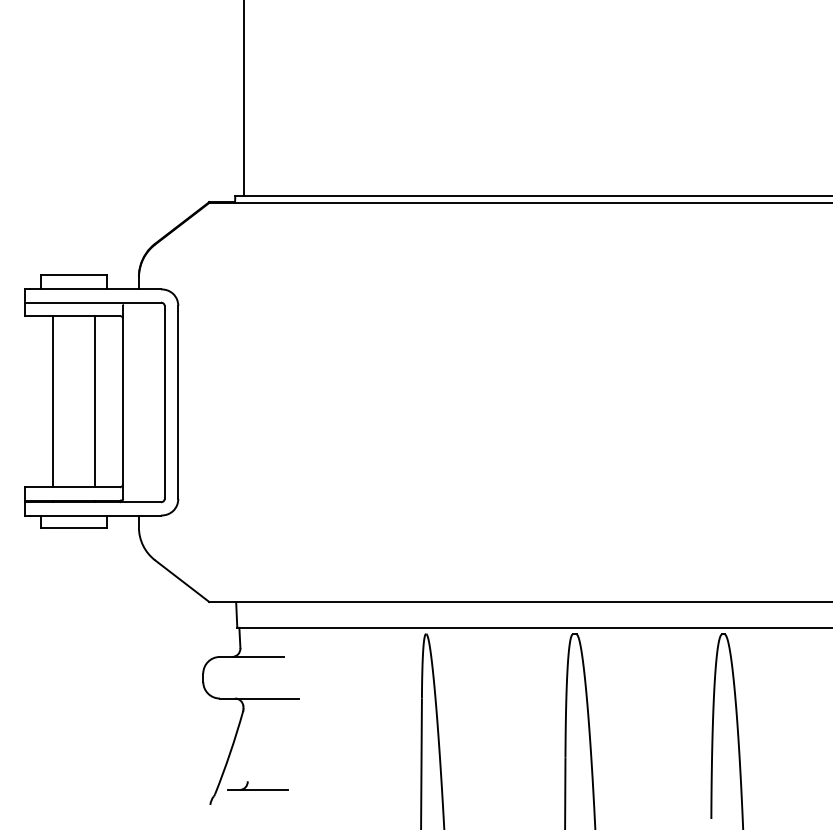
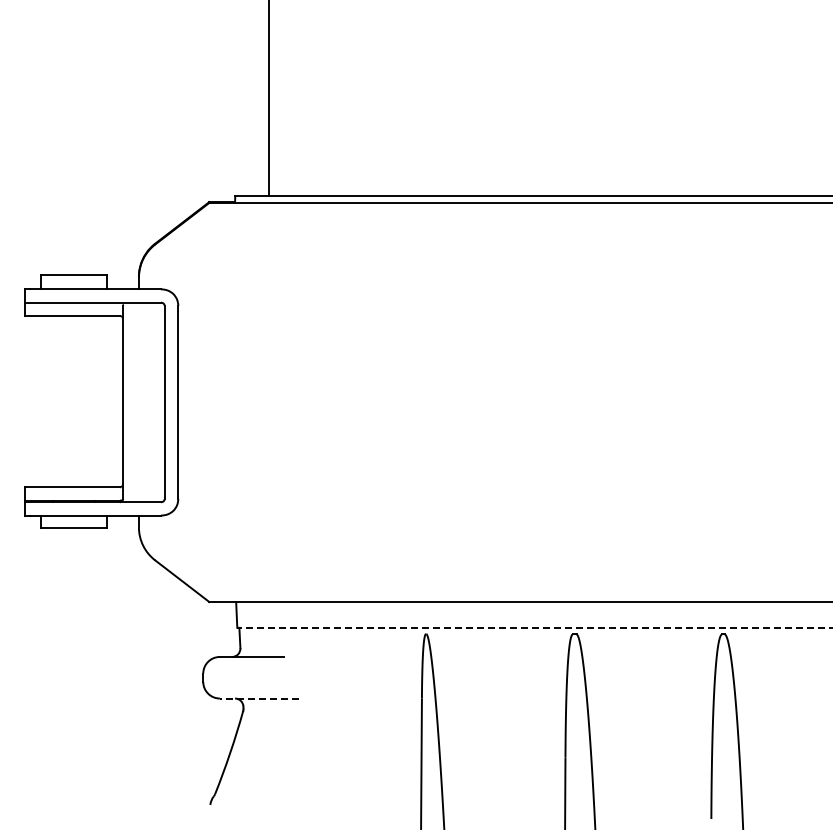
line at (244, 99) position: (244, 99) -> (269, 99)
line at (53, 401): present -> none
line at (94, 401): present -> none
line at (534, 627): solid -> dashed
line at (259, 698): solid -> dashed
part at (257, 785): present -> none
